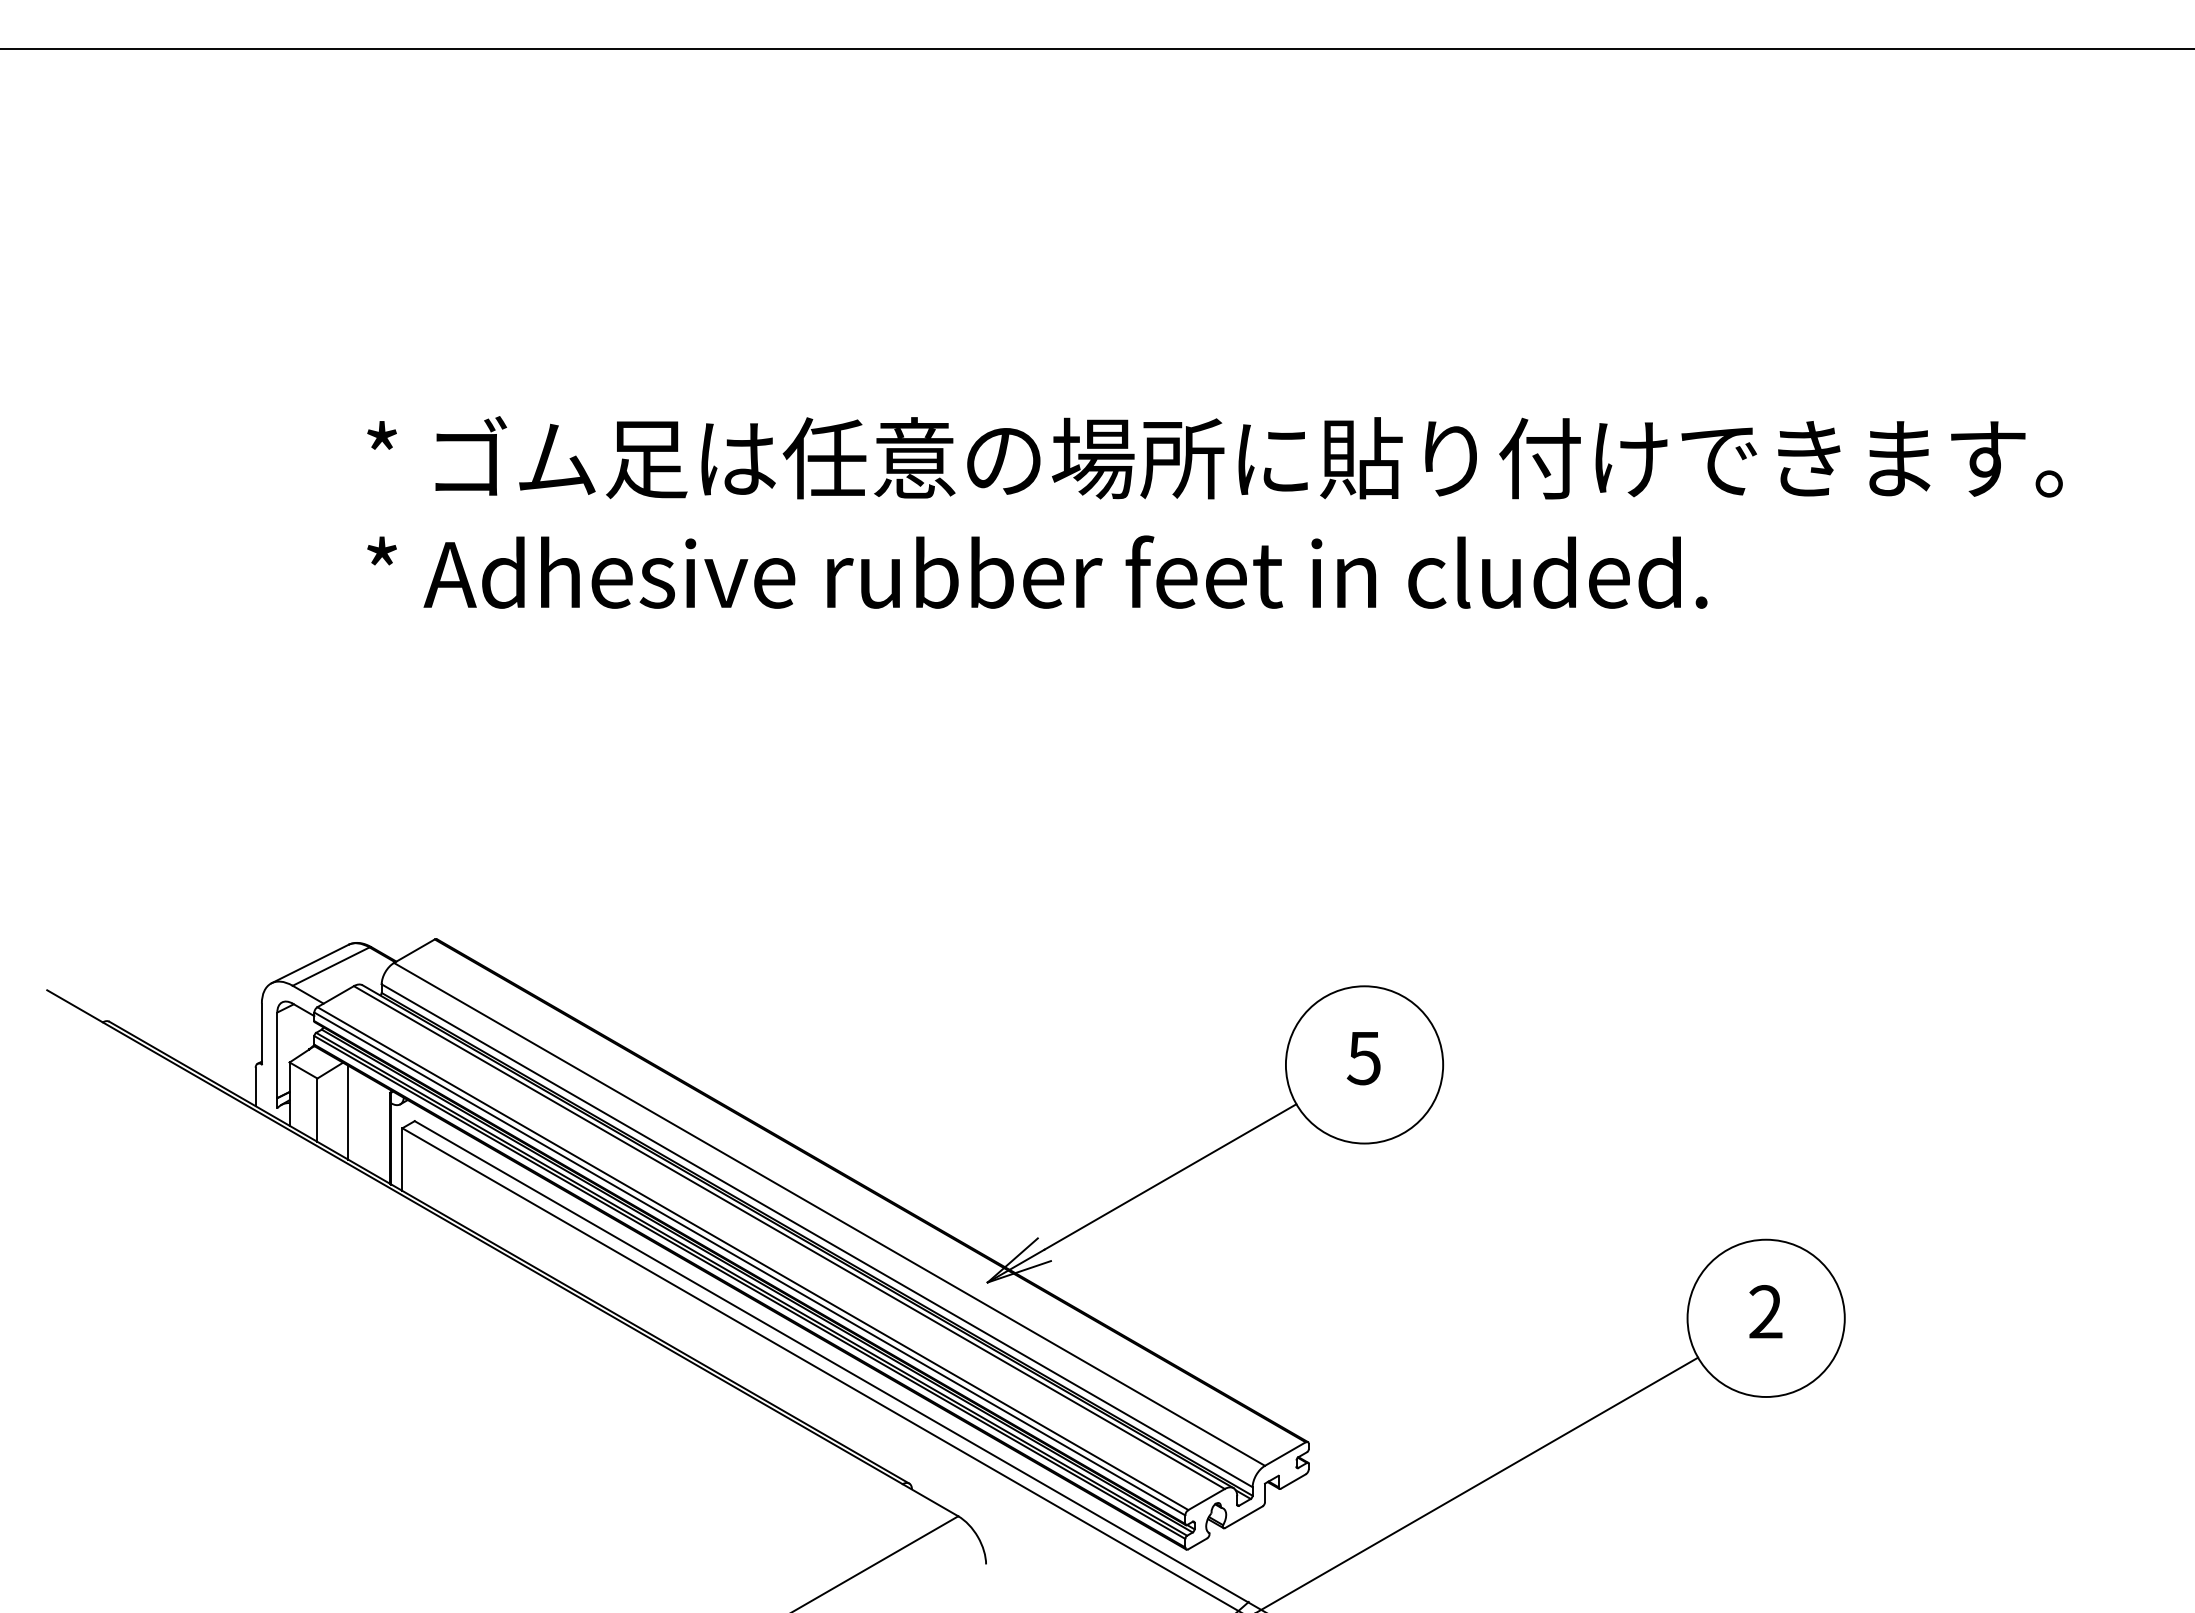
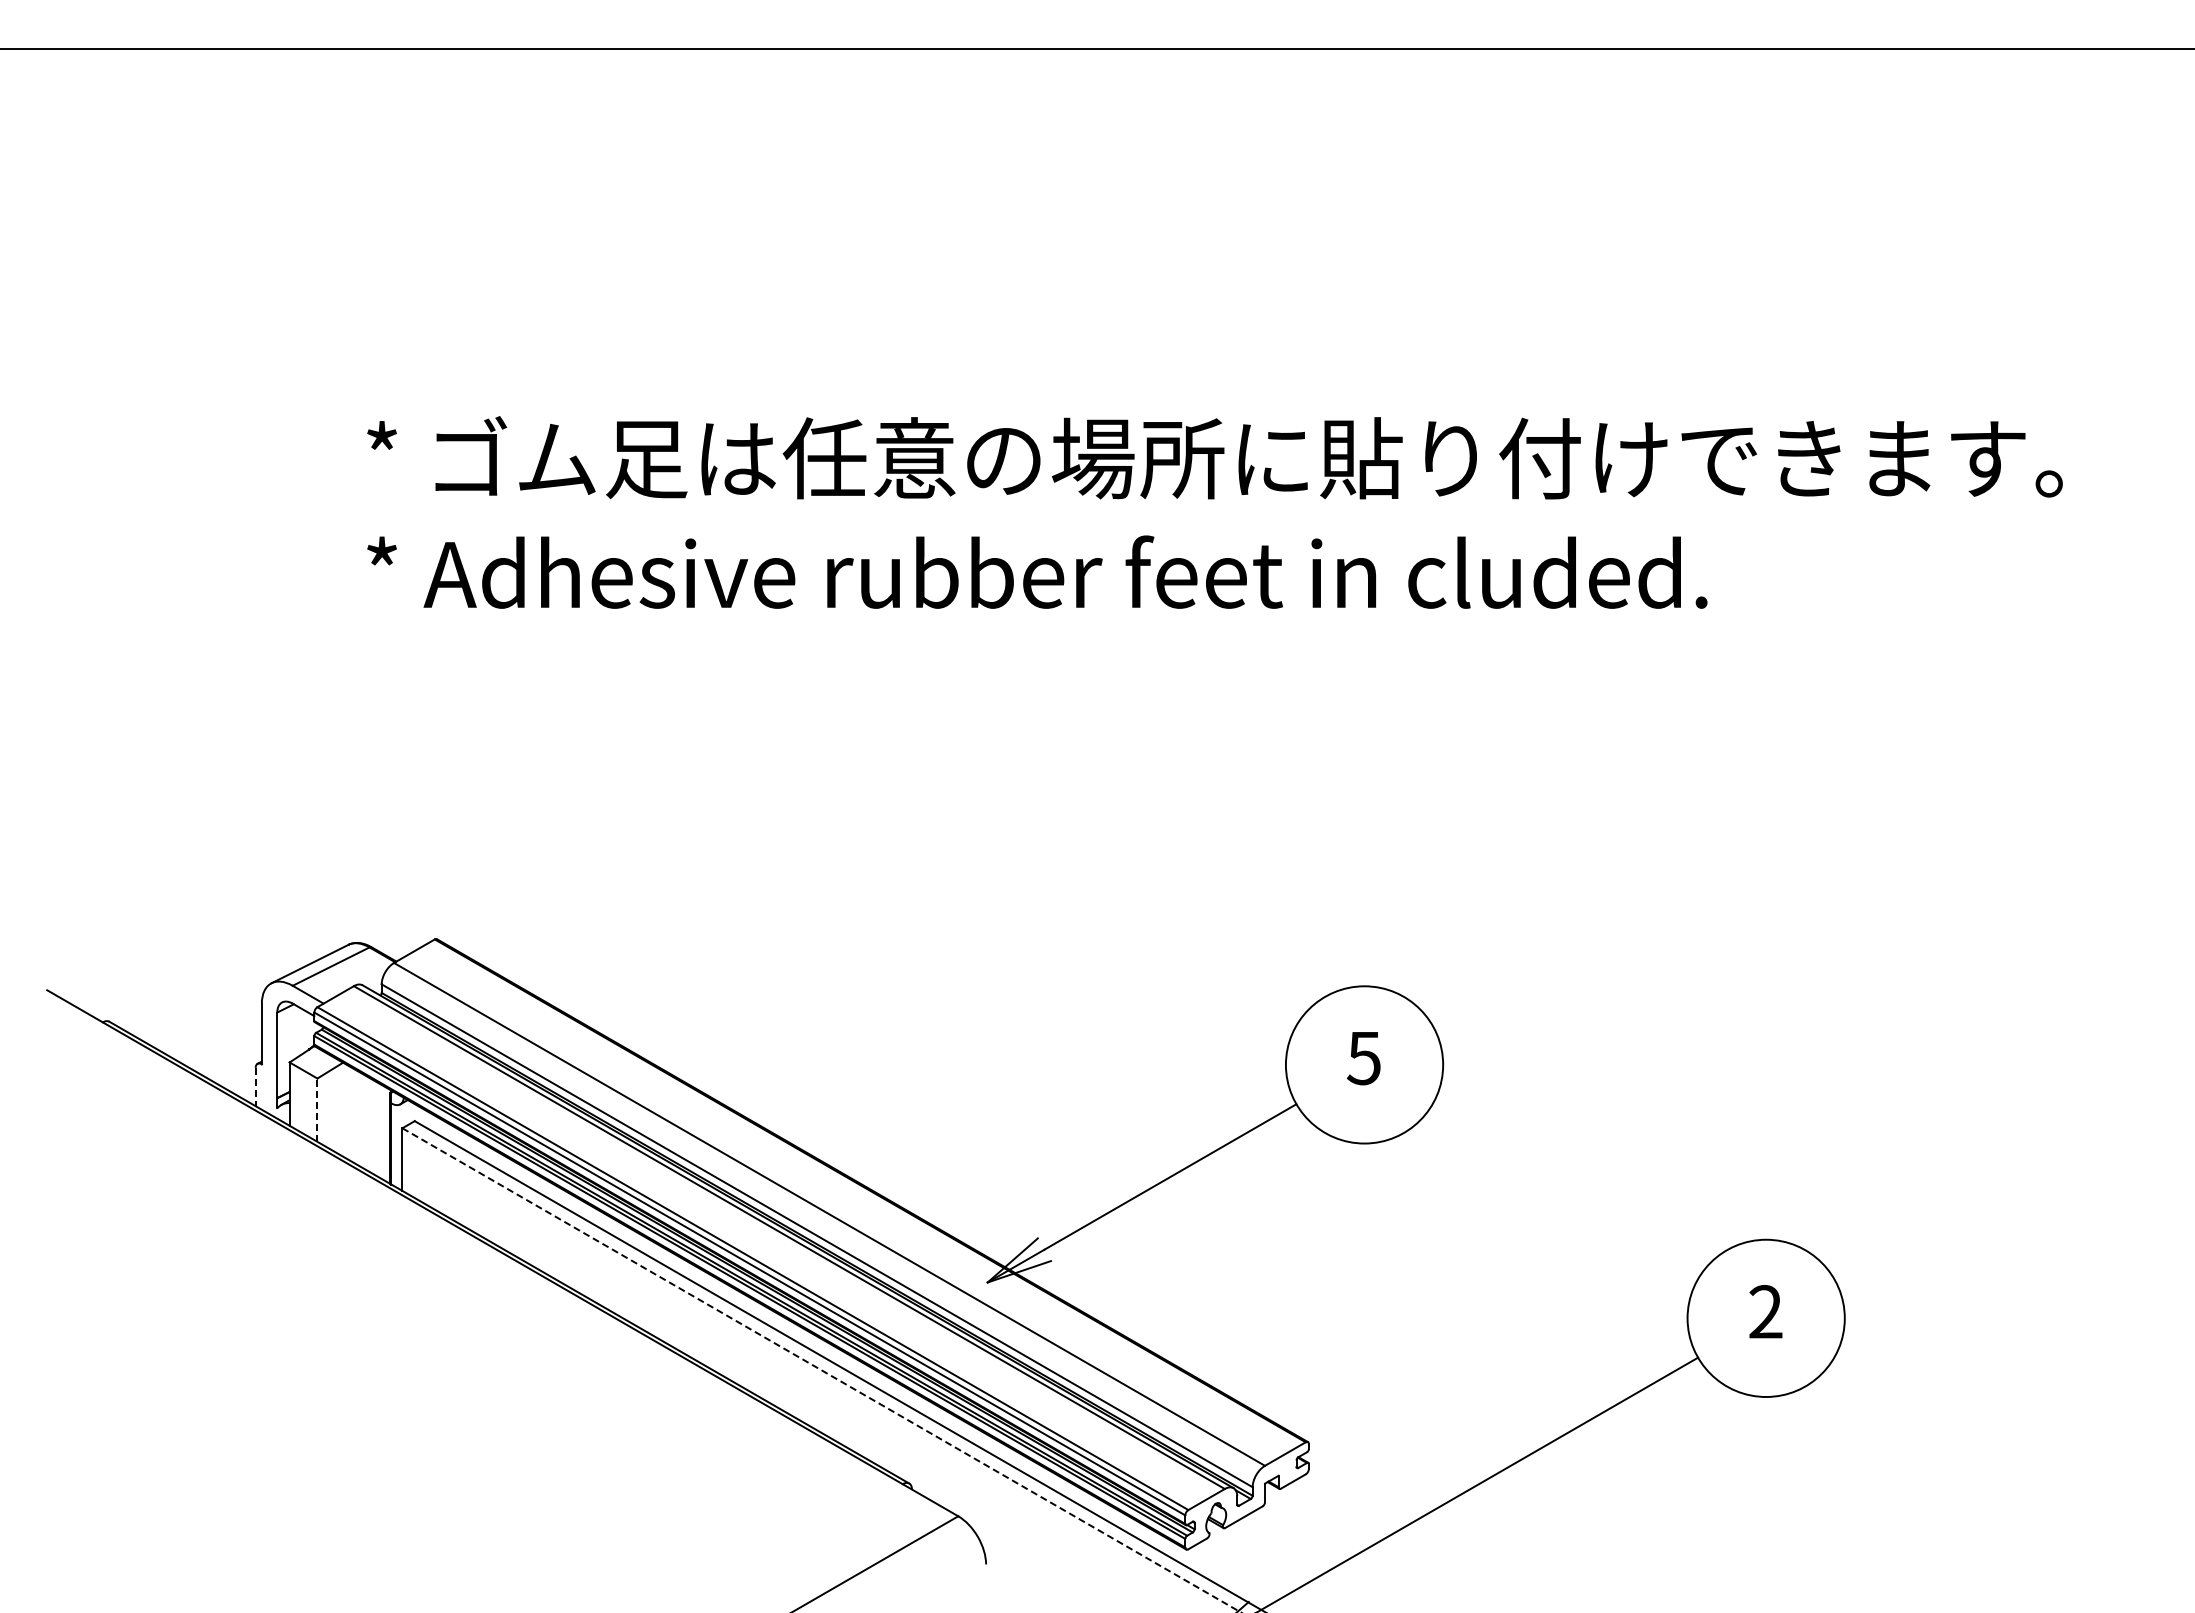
line at (255, 1087): solid -> dashed
line at (317, 1110): solid -> dashed
line at (348, 1112): present -> none
line at (822, 1370): solid -> dashed
